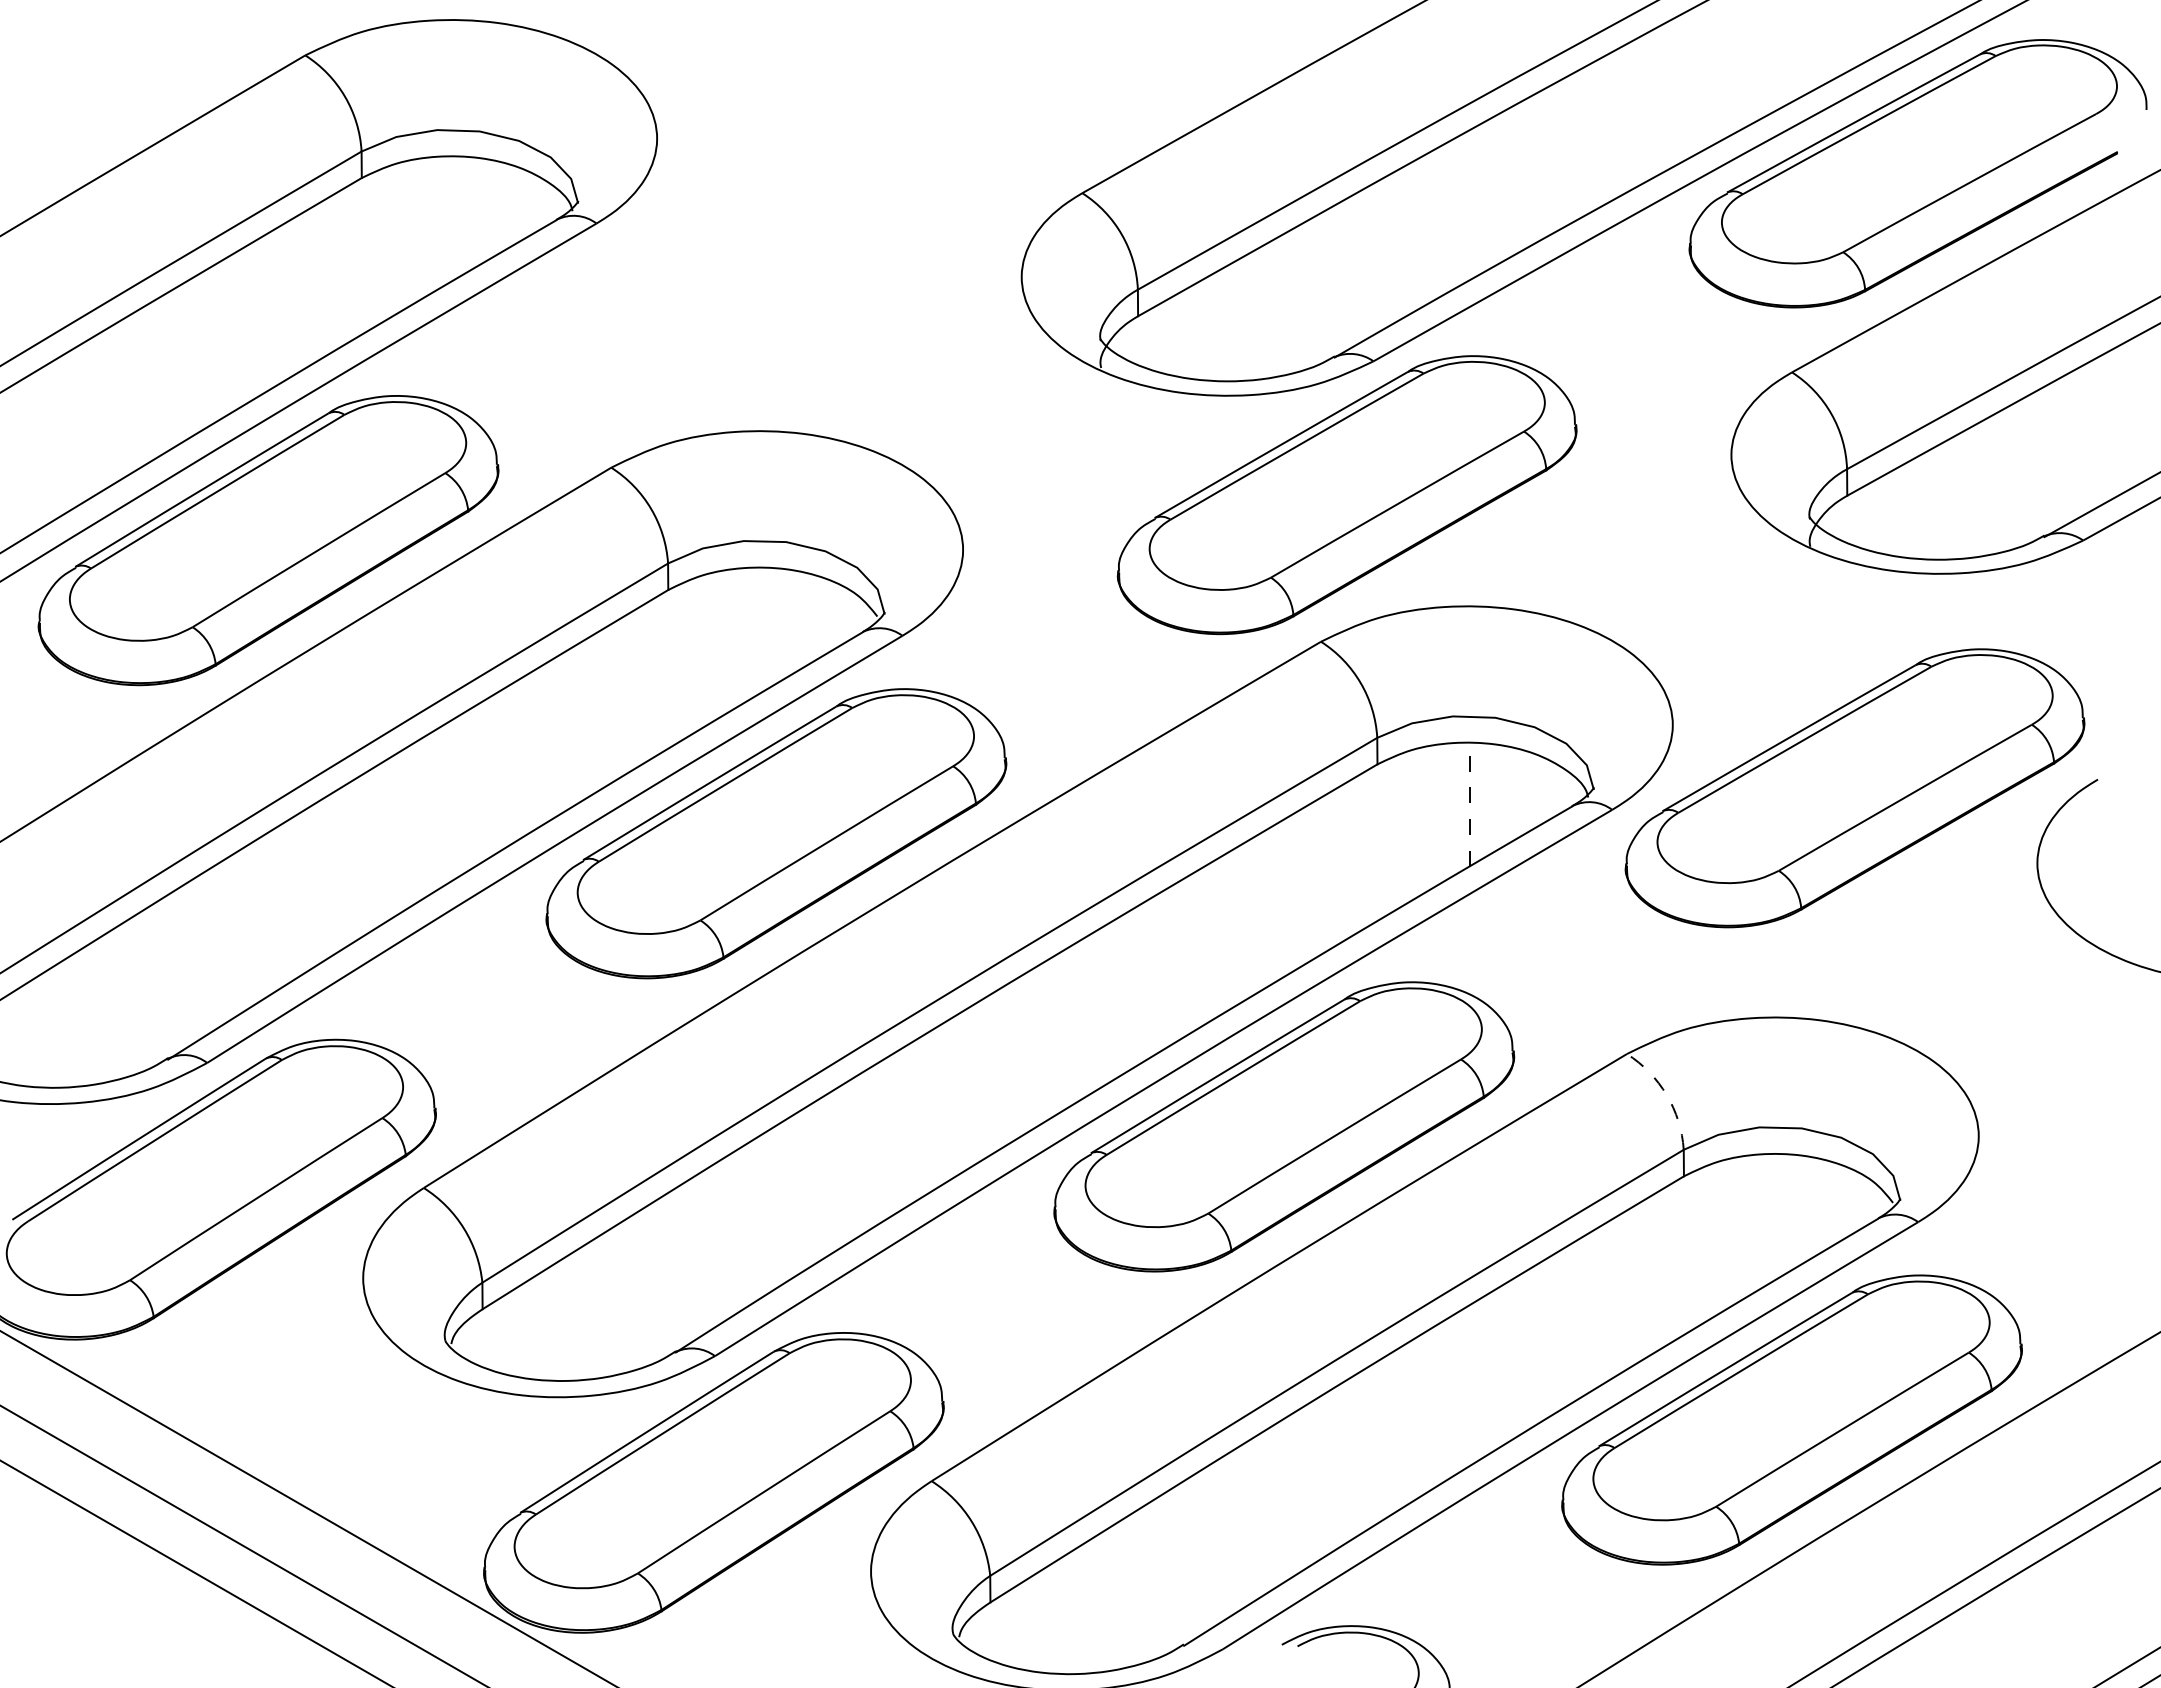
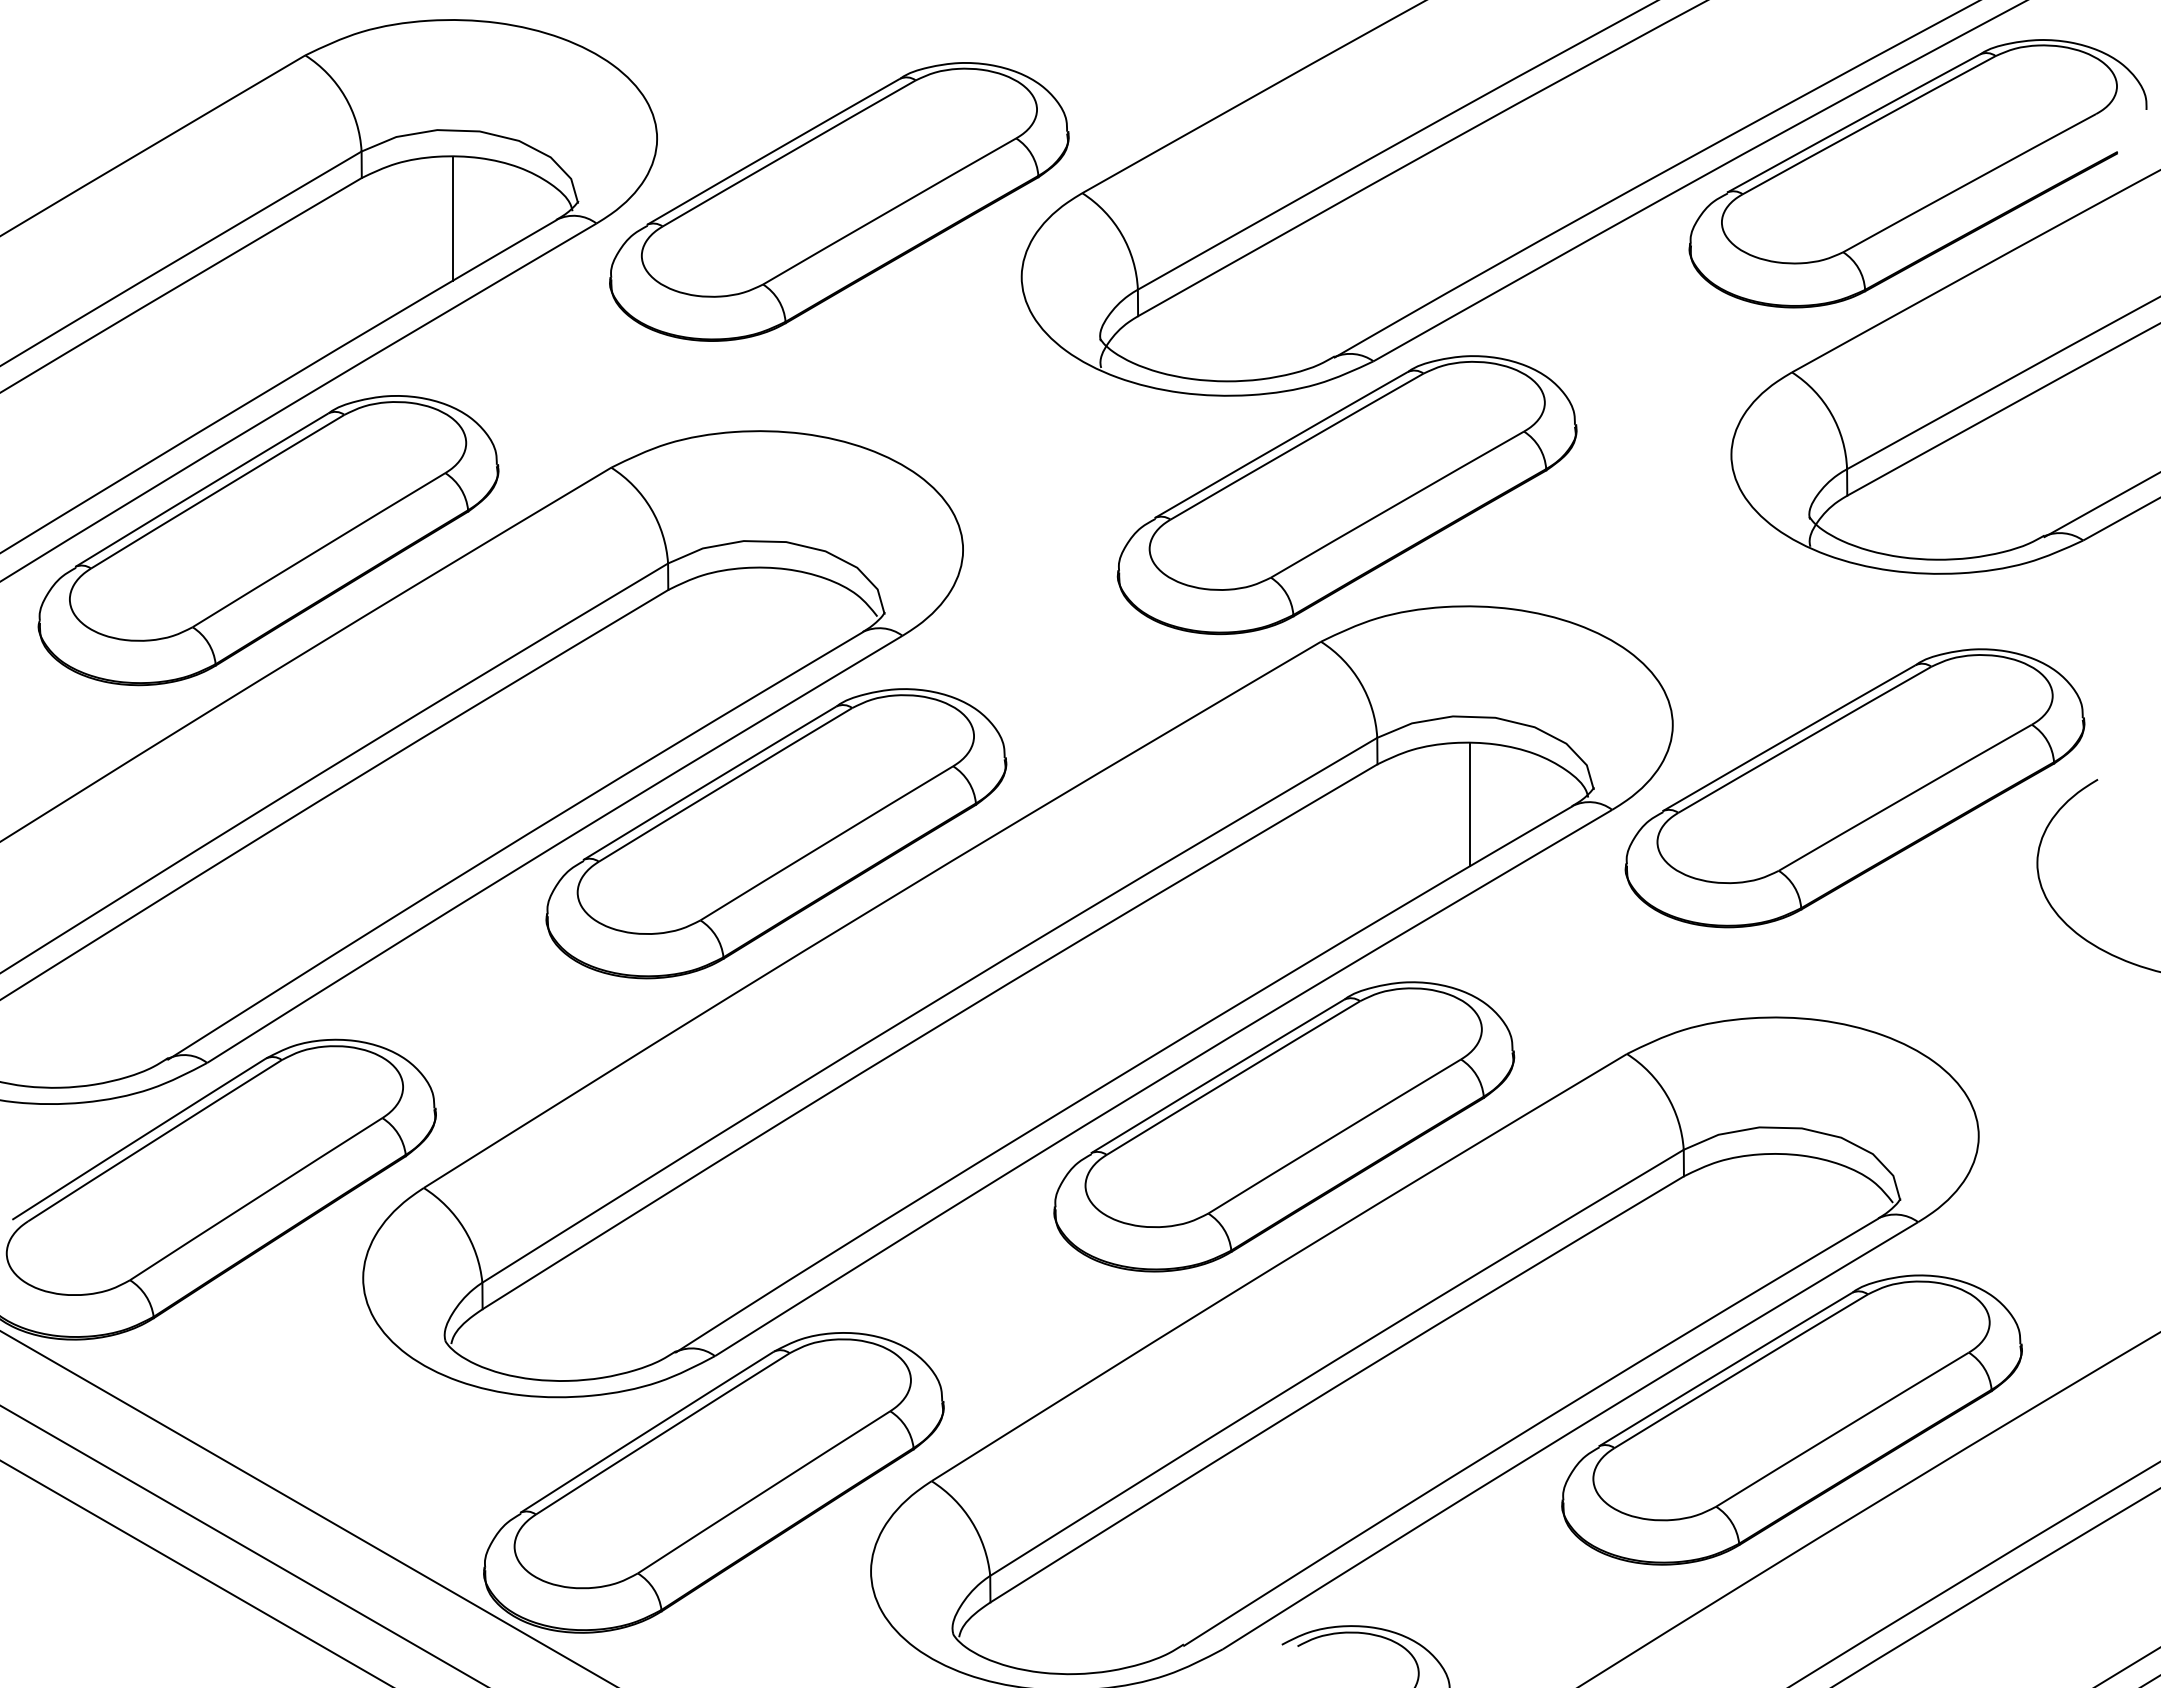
part at (839, 201): none -> present
line at (453, 218): none -> present
line at (1470, 804): dashed -> solid
arc at (1666, 1095): dashed -> solid
